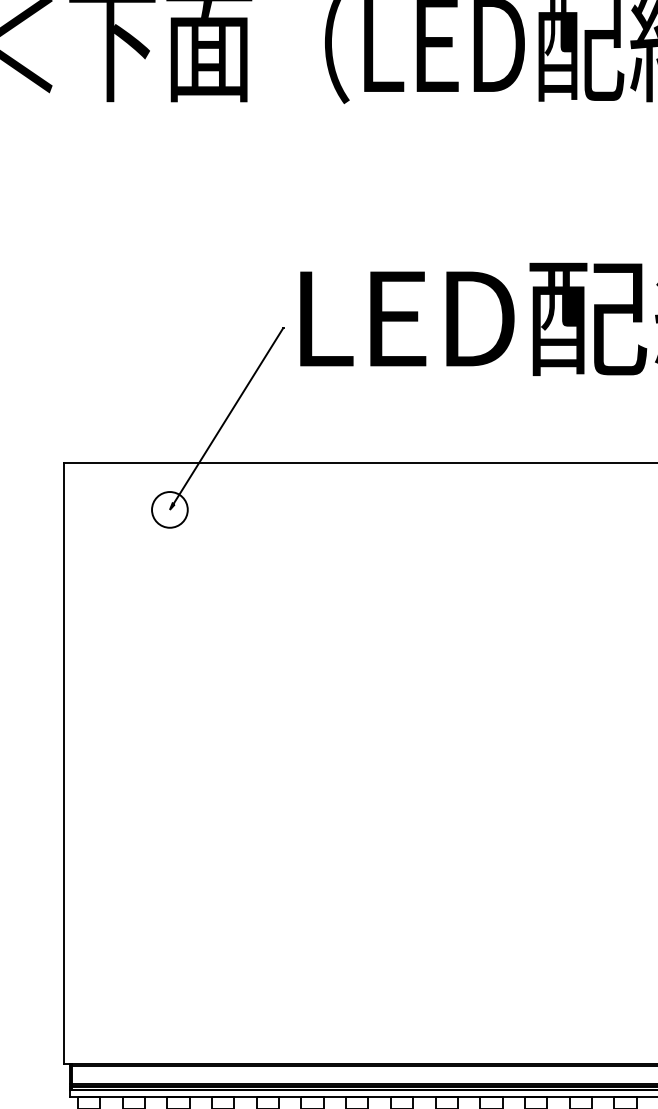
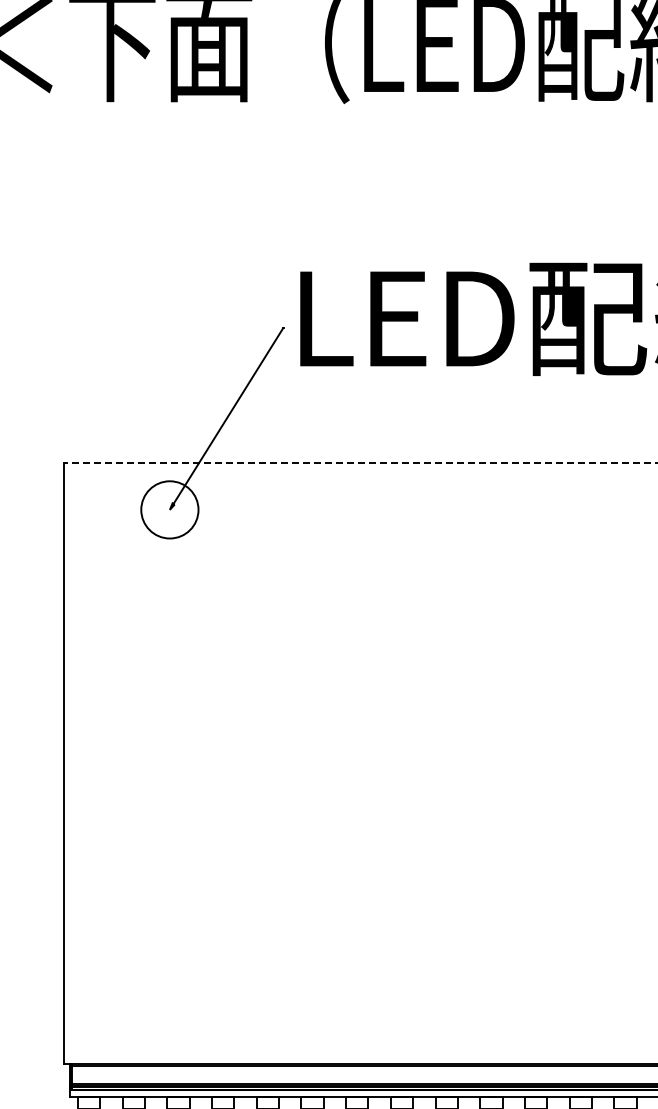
line at (360, 463): solid -> dashed
circle at (169, 509) diameter: 36 px -> 57 px
